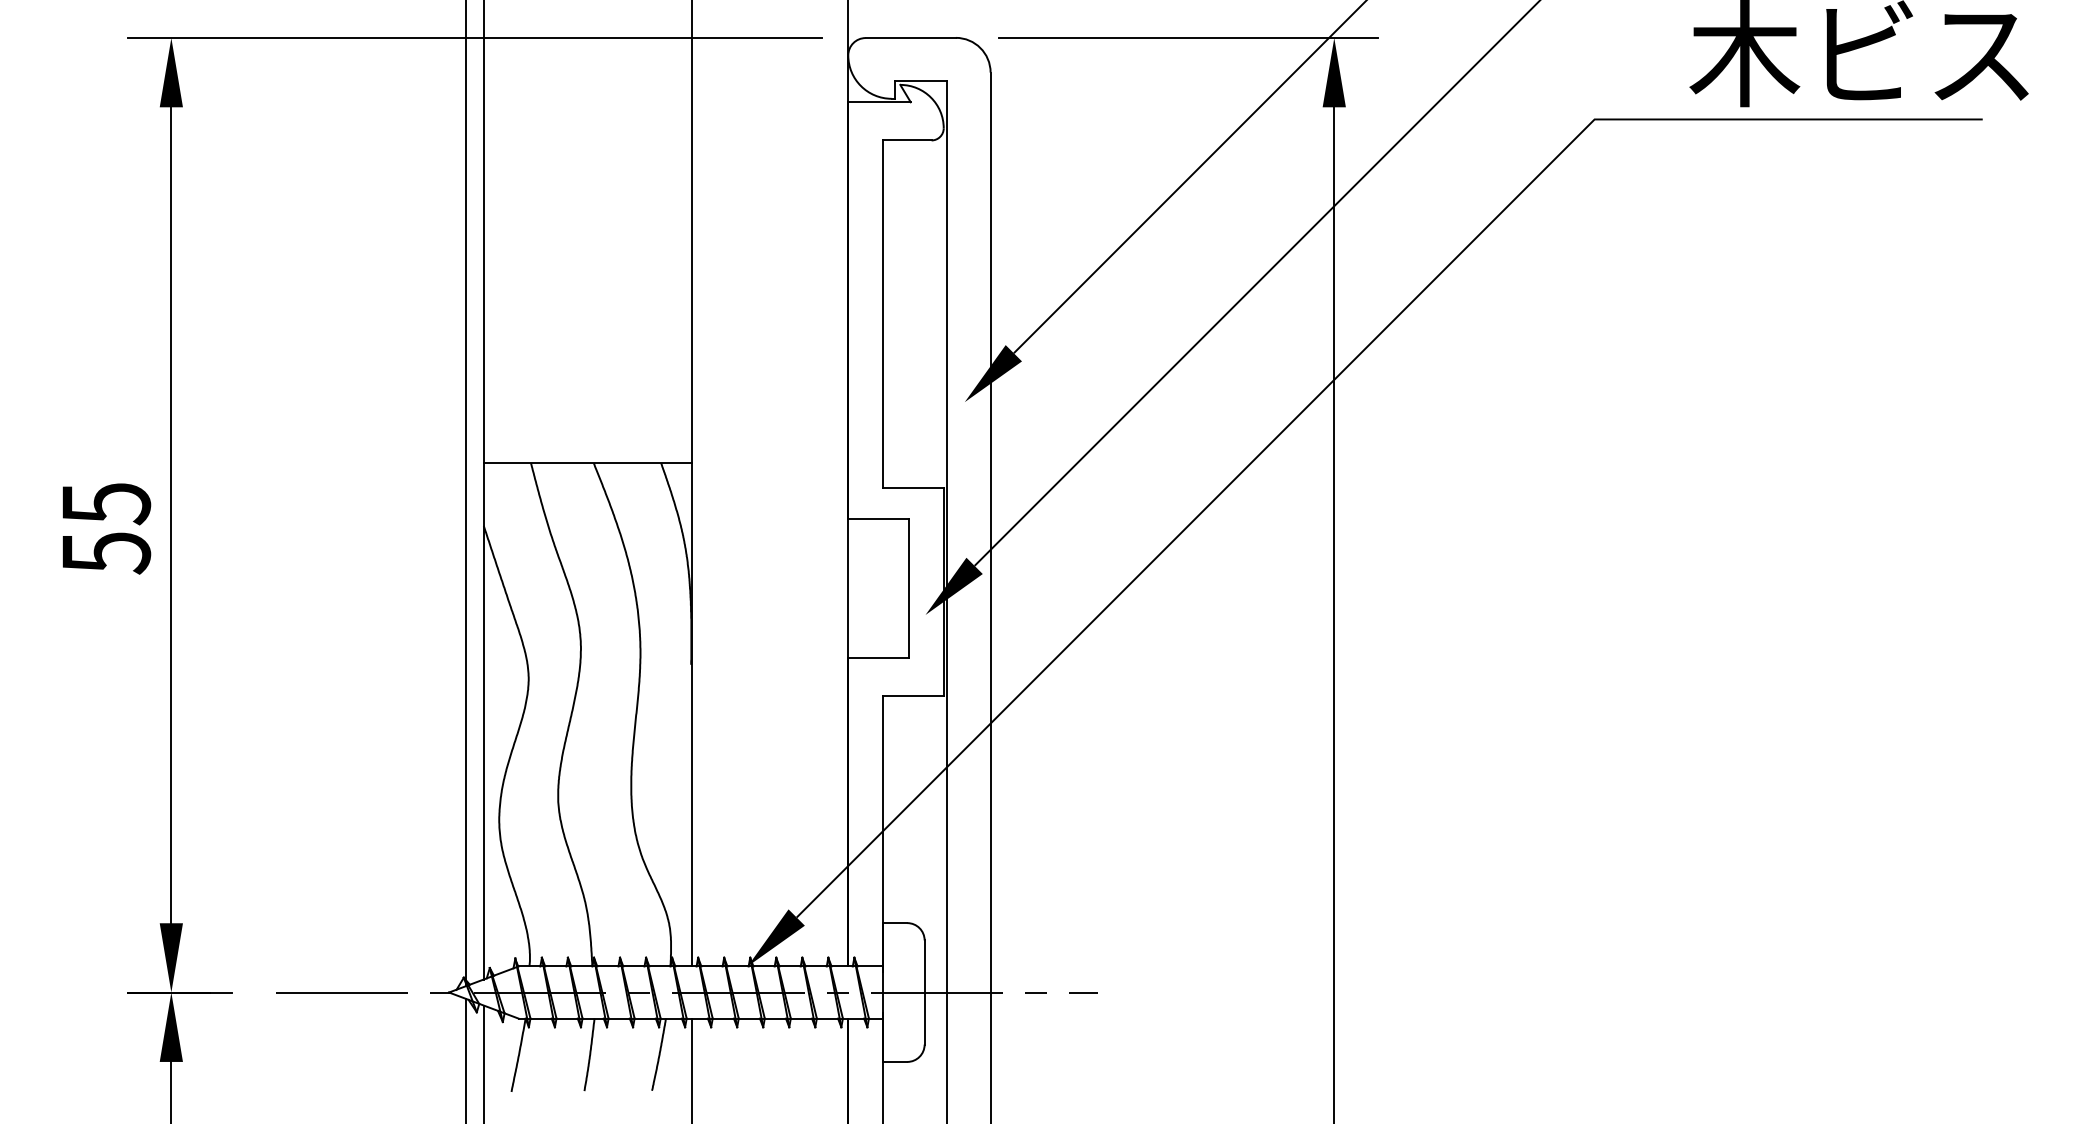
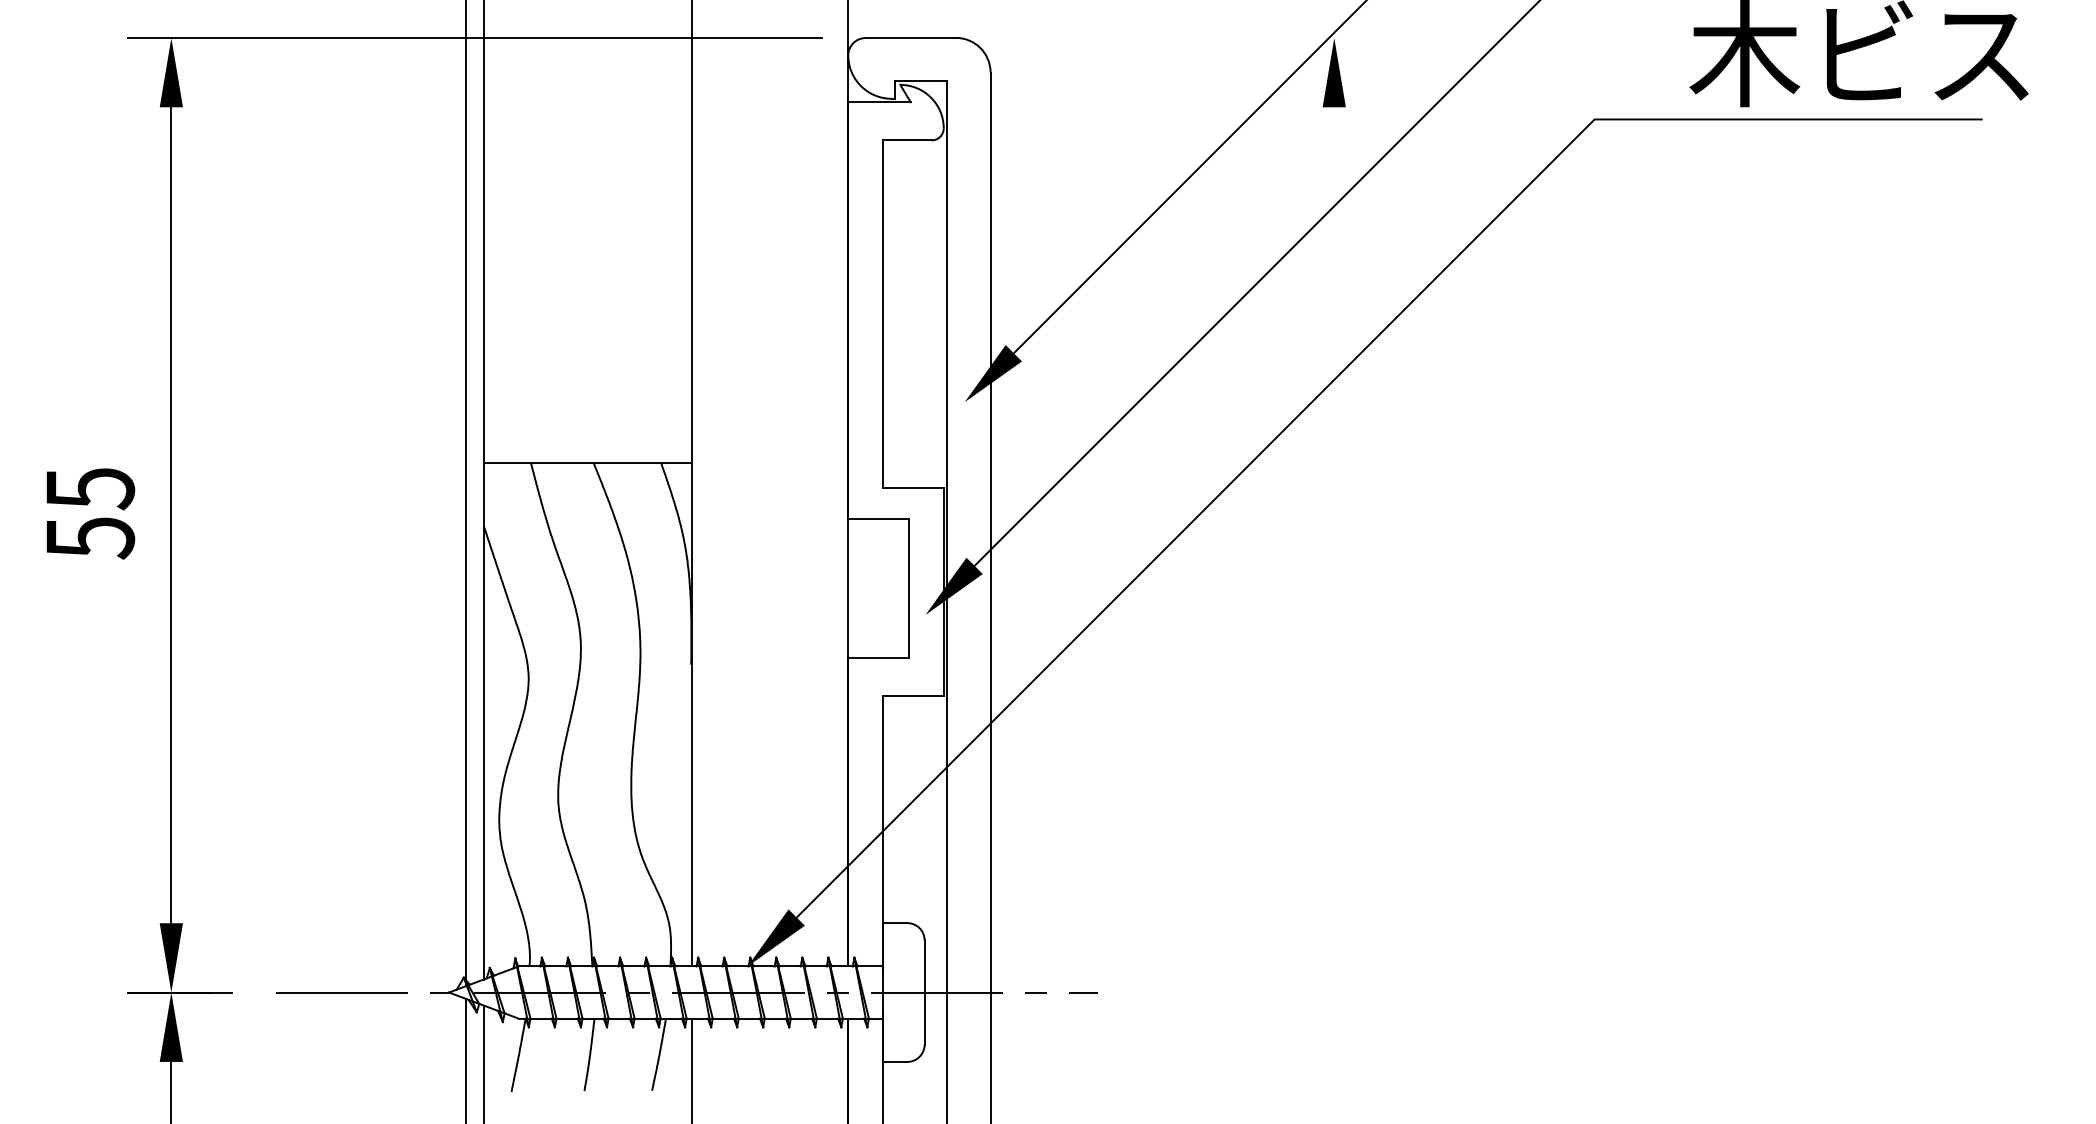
line at (1188, 38): present -> none
text at (106, 528) position: (106, 528) -> (90, 513)
line at (1334, 613): present -> none
